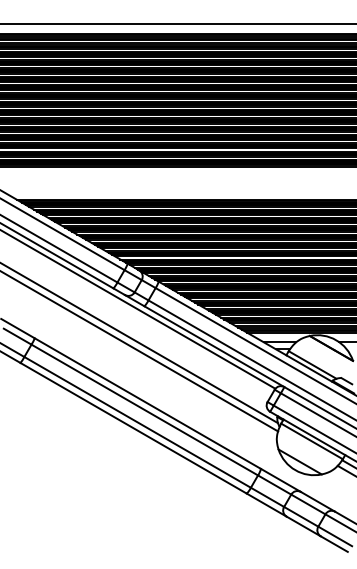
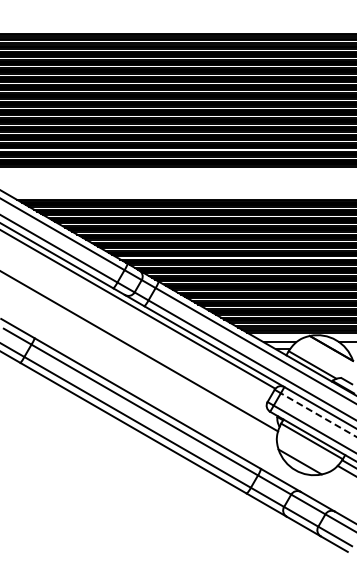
line at (177, 24): present -> none
line at (139, 343): present -> none
line at (318, 415): solid -> dashed
